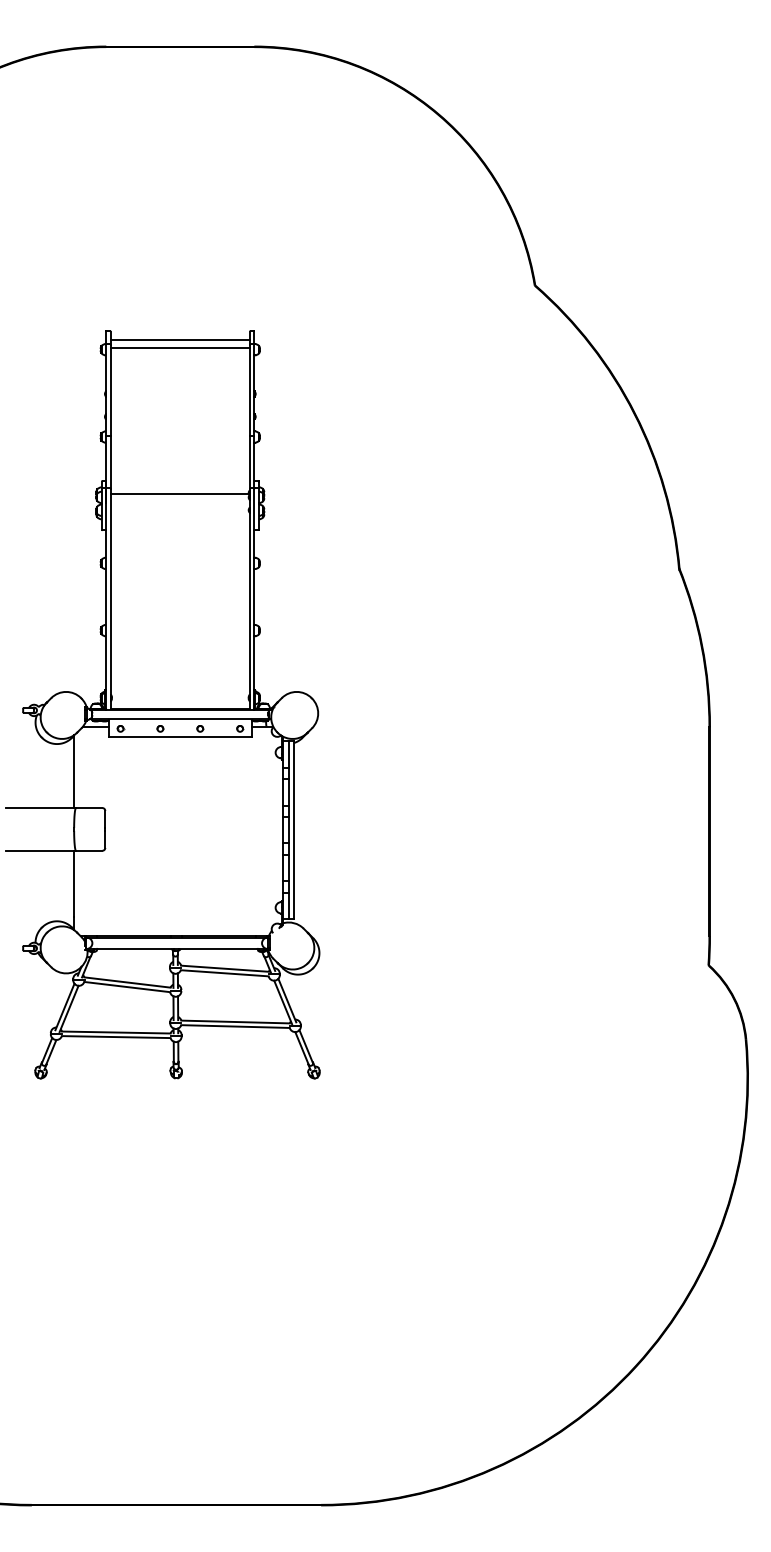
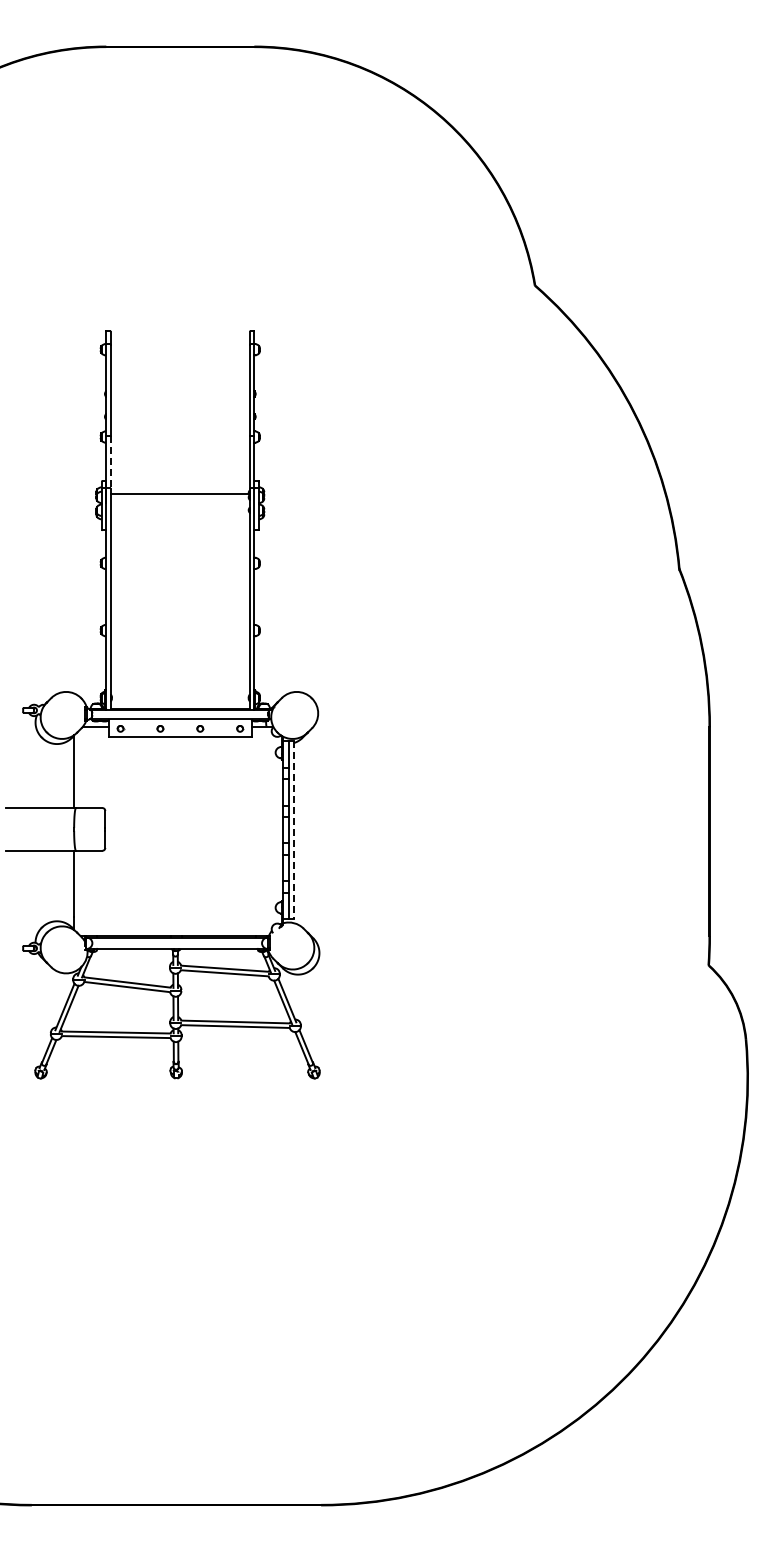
line at (180, 339): present -> none
line at (180, 347): present -> none
line at (110, 463): solid -> dashed
line at (294, 830): solid -> dashed
